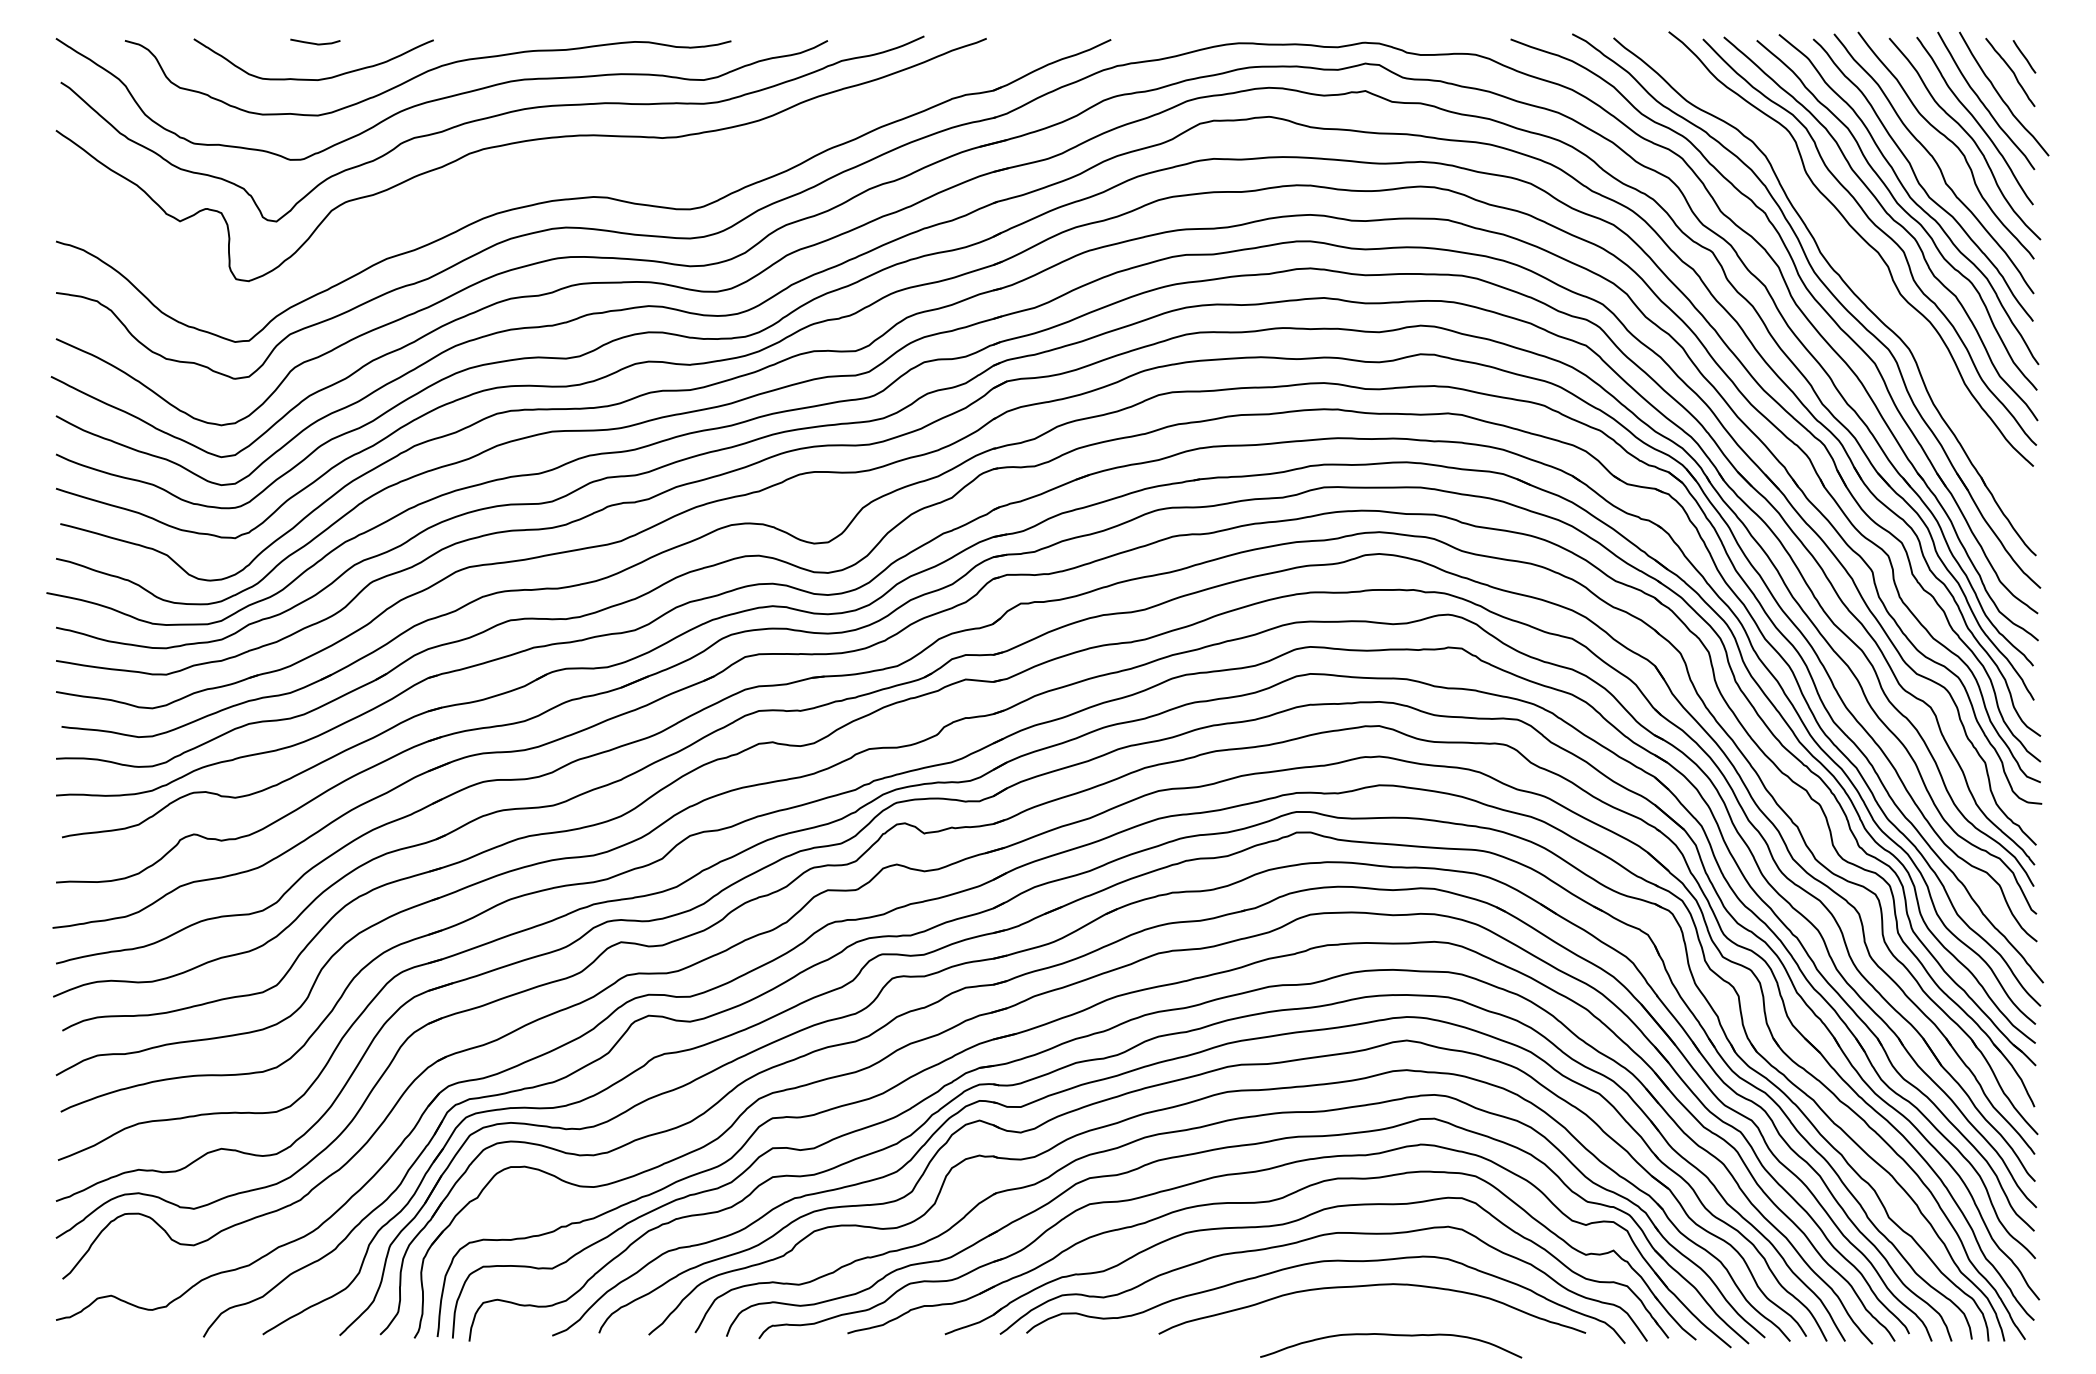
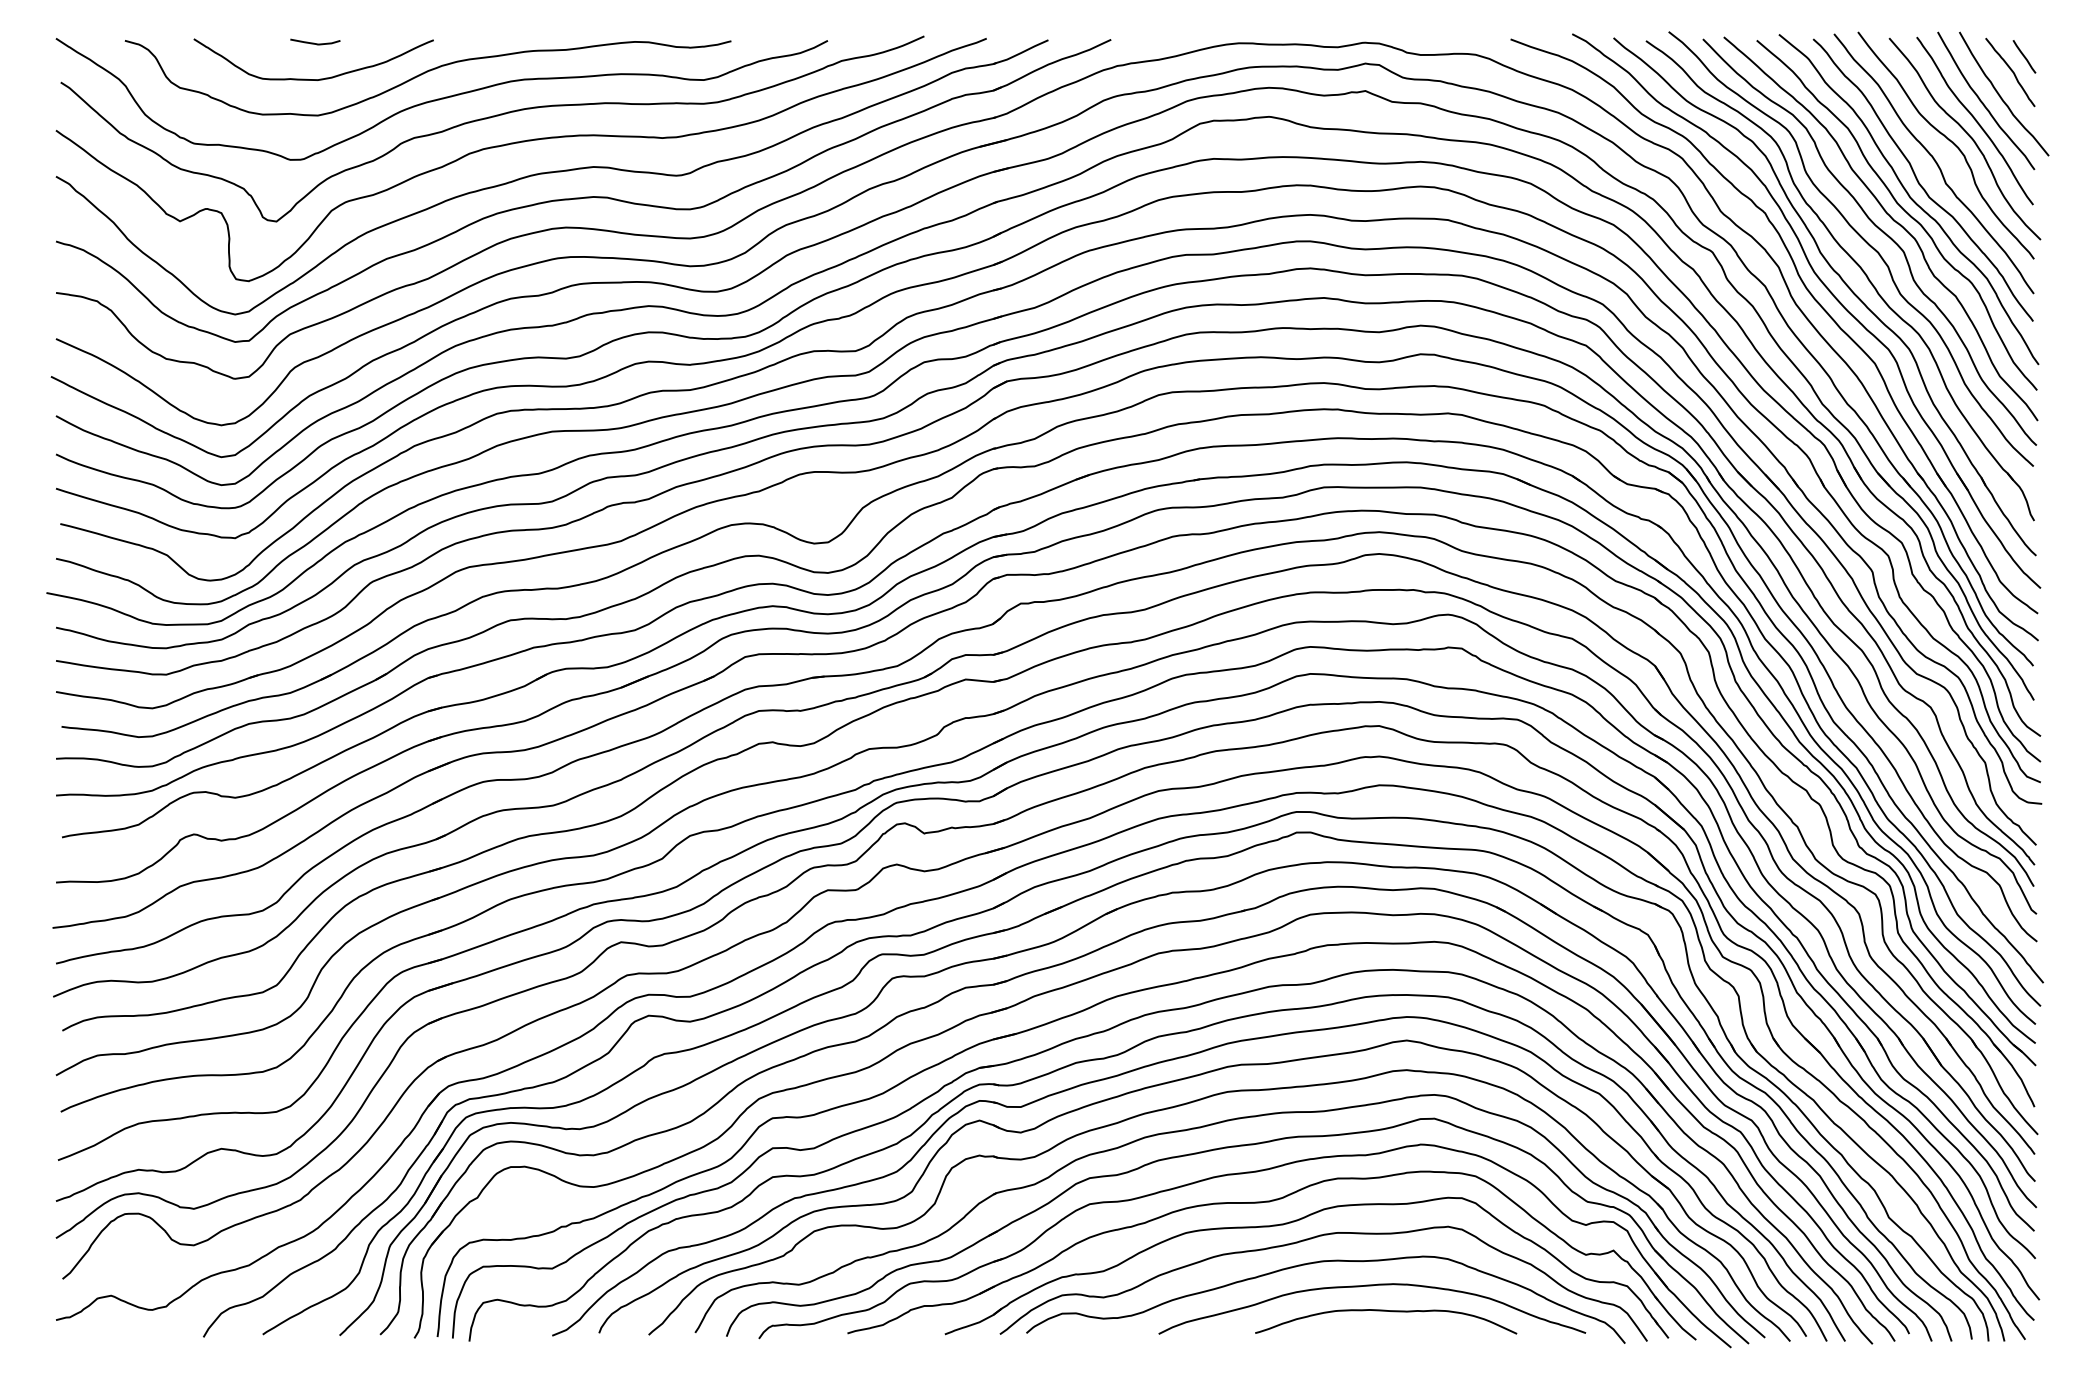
part at (551, 177): none -> present
part at (1855, 263): none -> present
curve at (1391, 1335) position: (1391, 1335) -> (1386, 1311)
